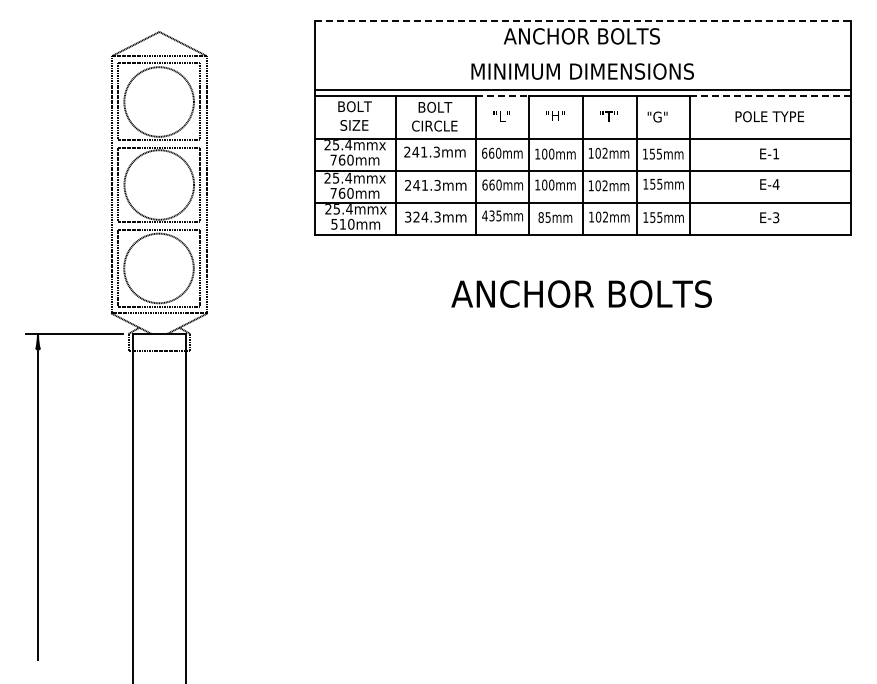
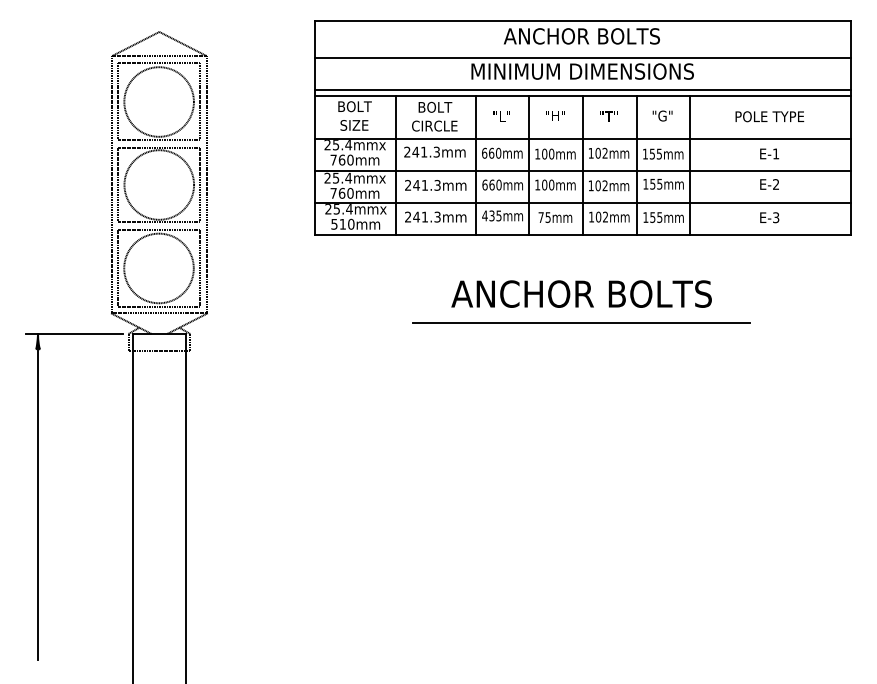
line at (582, 20): dashed -> solid
line at (582, 58): none -> present
line at (502, 95): dashed -> solid
line at (770, 95): dashed -> solid
text at (657, 116) position: (657, 116) -> (662, 115)
text at (775, 184): E-4 -> E-2
text at (416, 216): 324.3mm -> 241.3mm
text at (540, 217): 85mm -> 75mm
line at (581, 322): none -> present
